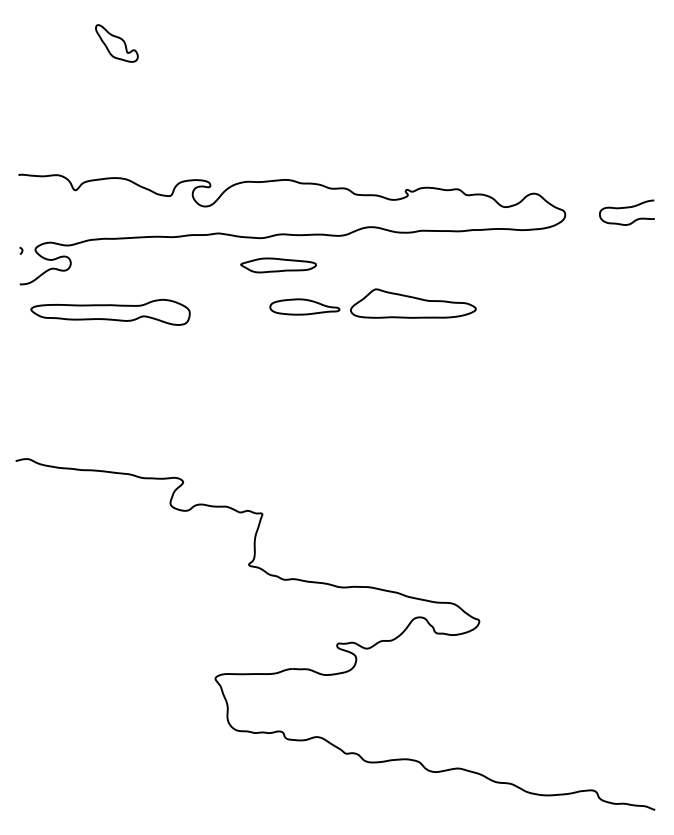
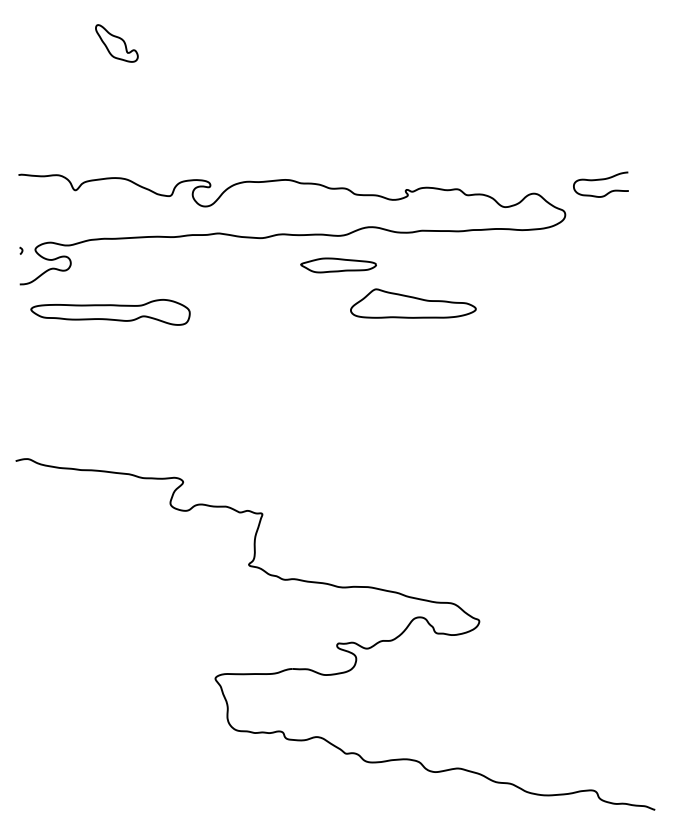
curve at (626, 208) position: (626, 208) -> (600, 180)
part at (278, 265) position: (278, 265) -> (338, 265)
part at (304, 306): present -> none
